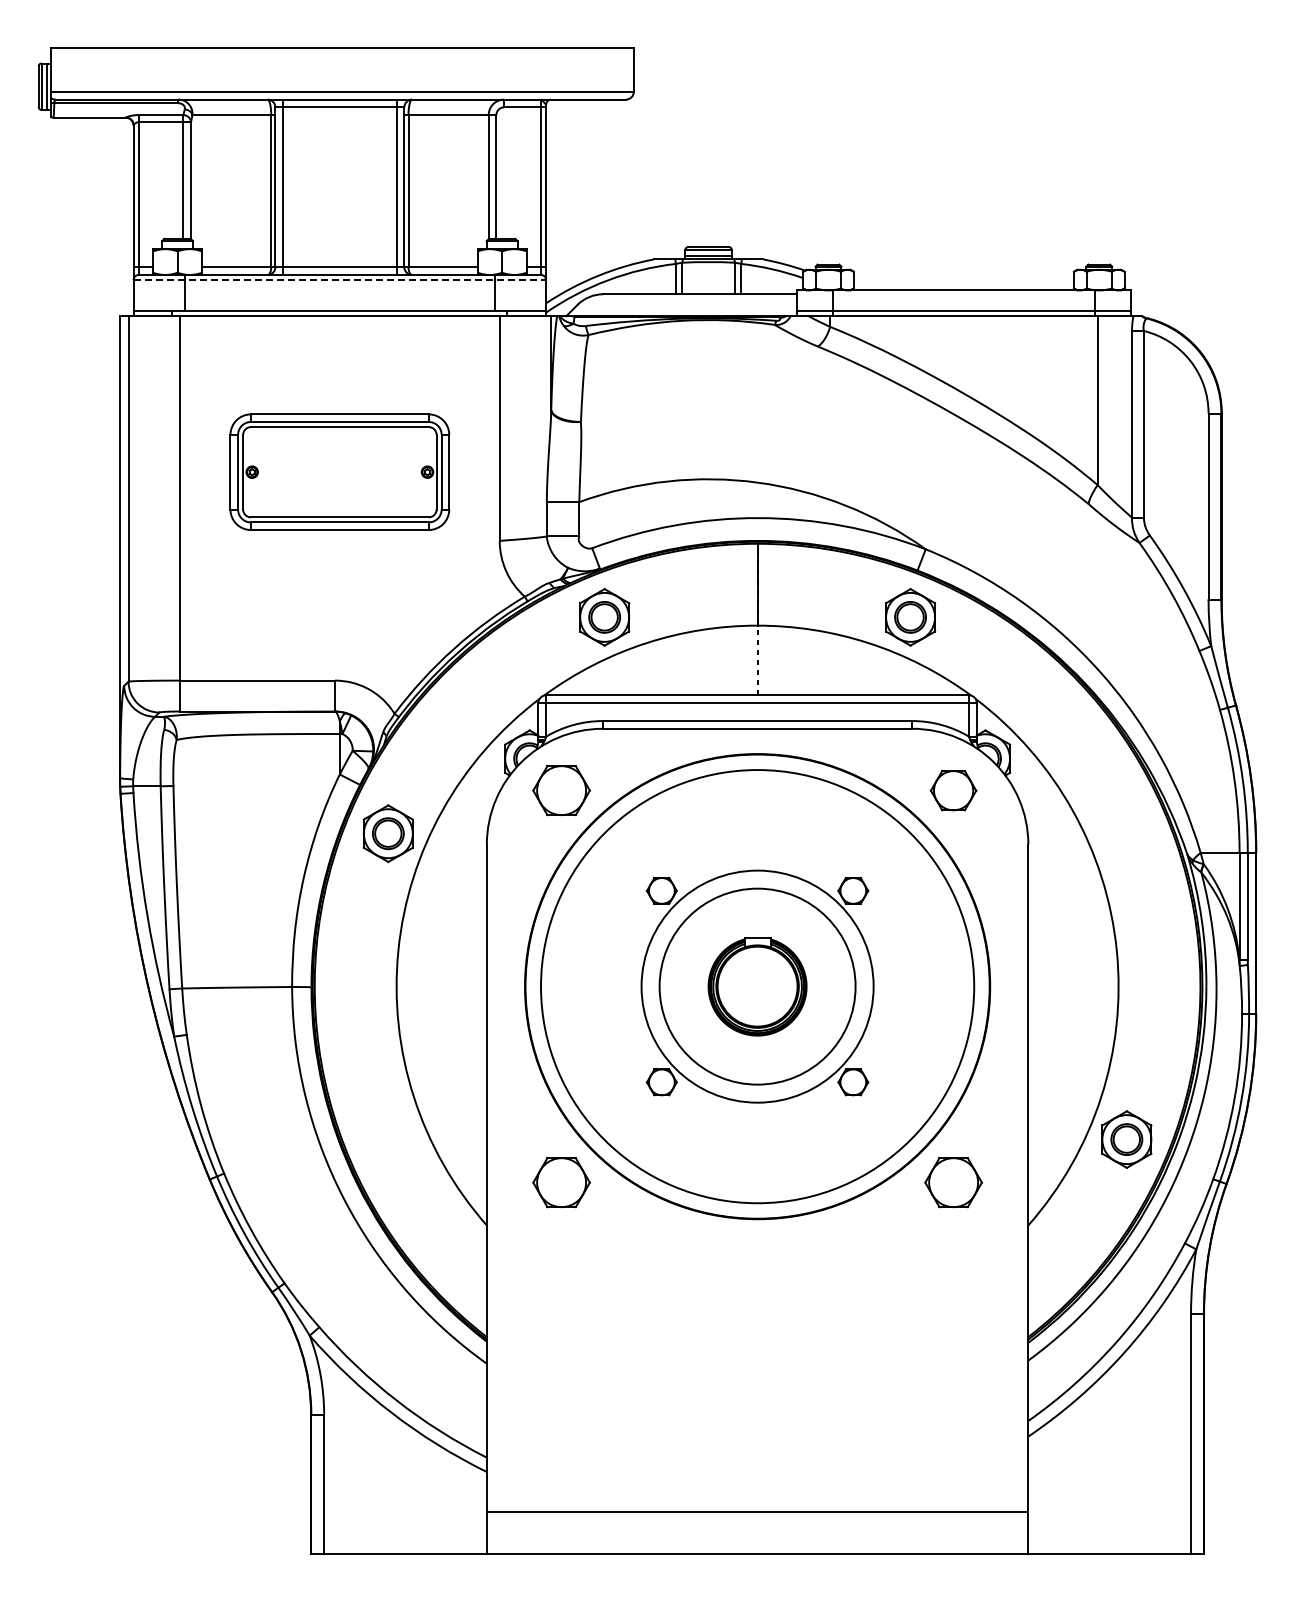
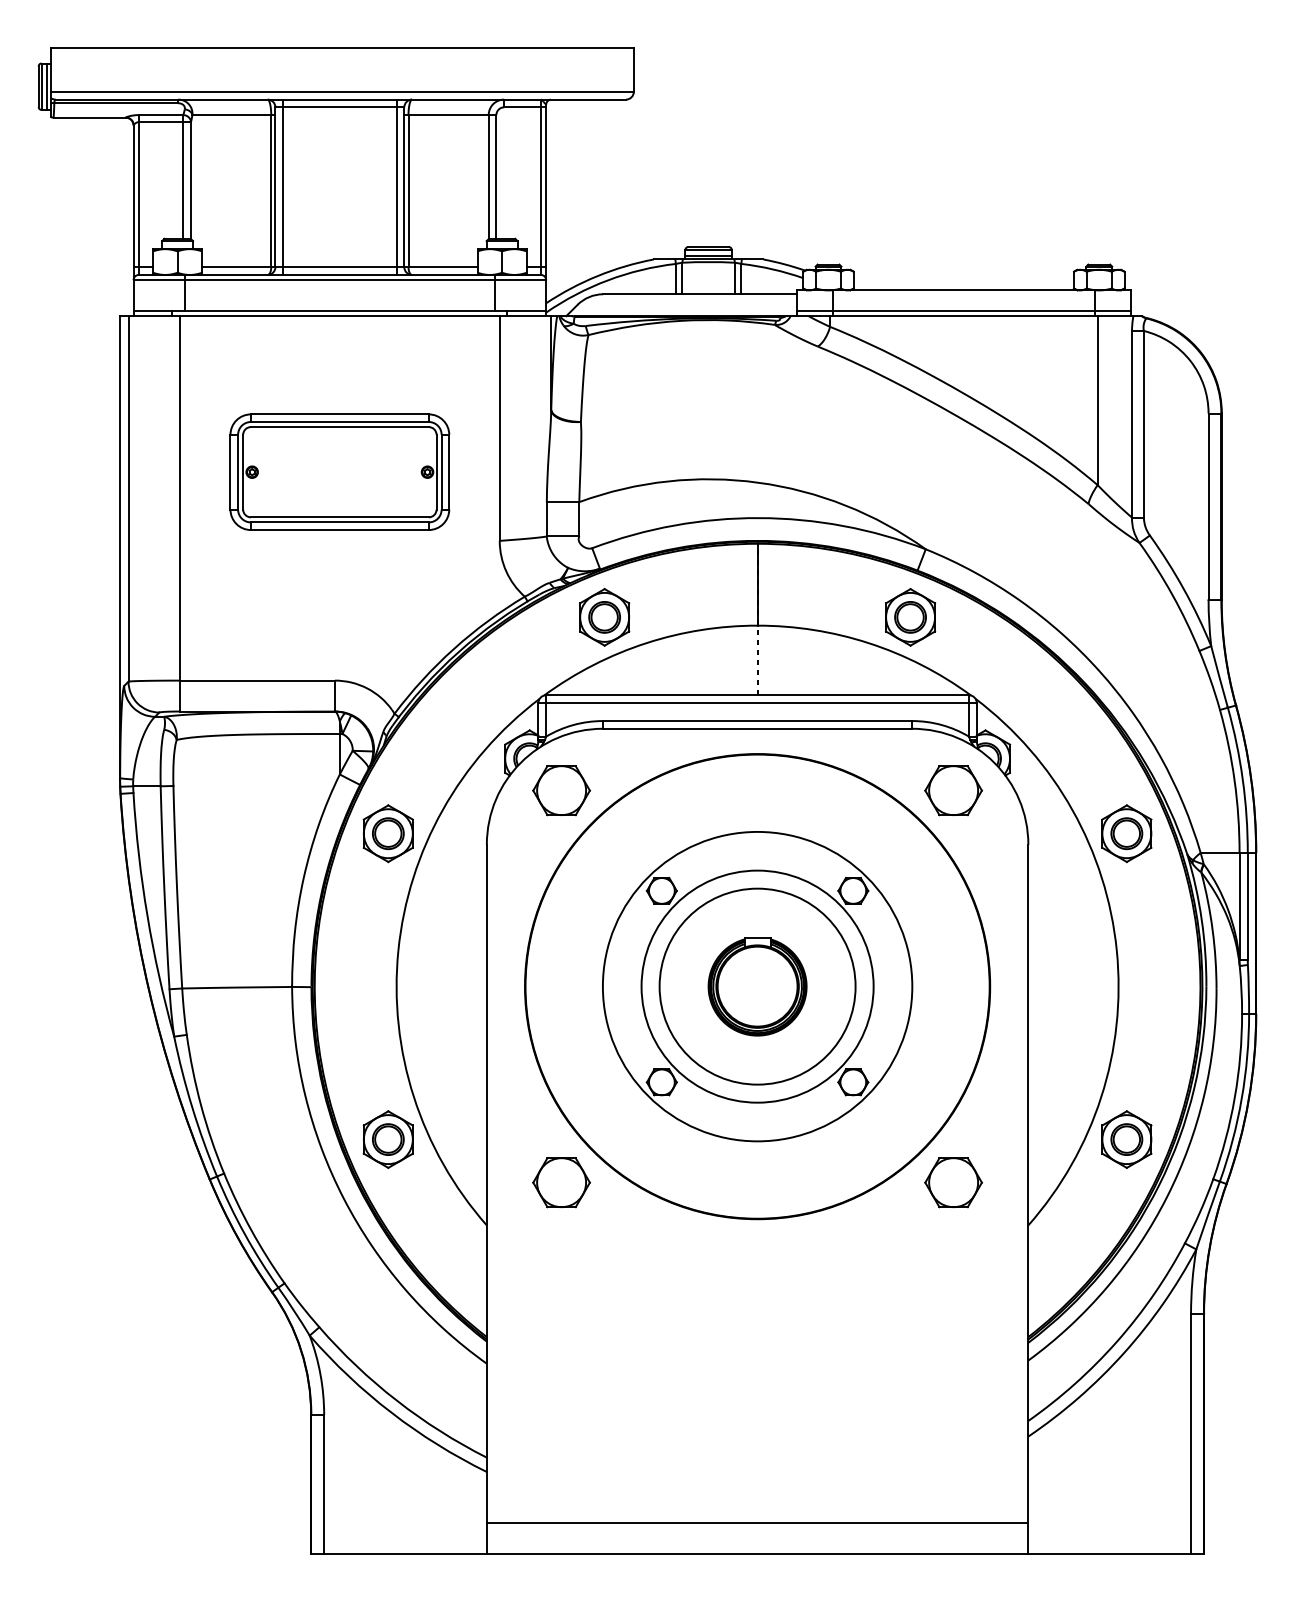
line at (340, 280): dashed -> solid
part at (953, 790) size: 49x42 px -> 59x52 px
part at (1126, 833): none -> present
circle at (757, 986) diameter: 433 px -> 309 px
part at (387, 1139): none -> present
line at (757, 1511) position: (757, 1511) -> (757, 1522)
